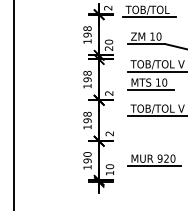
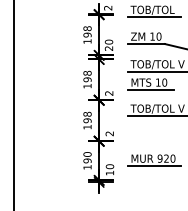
part at (149, 11) position: (149, 11) -> (154, 11)
